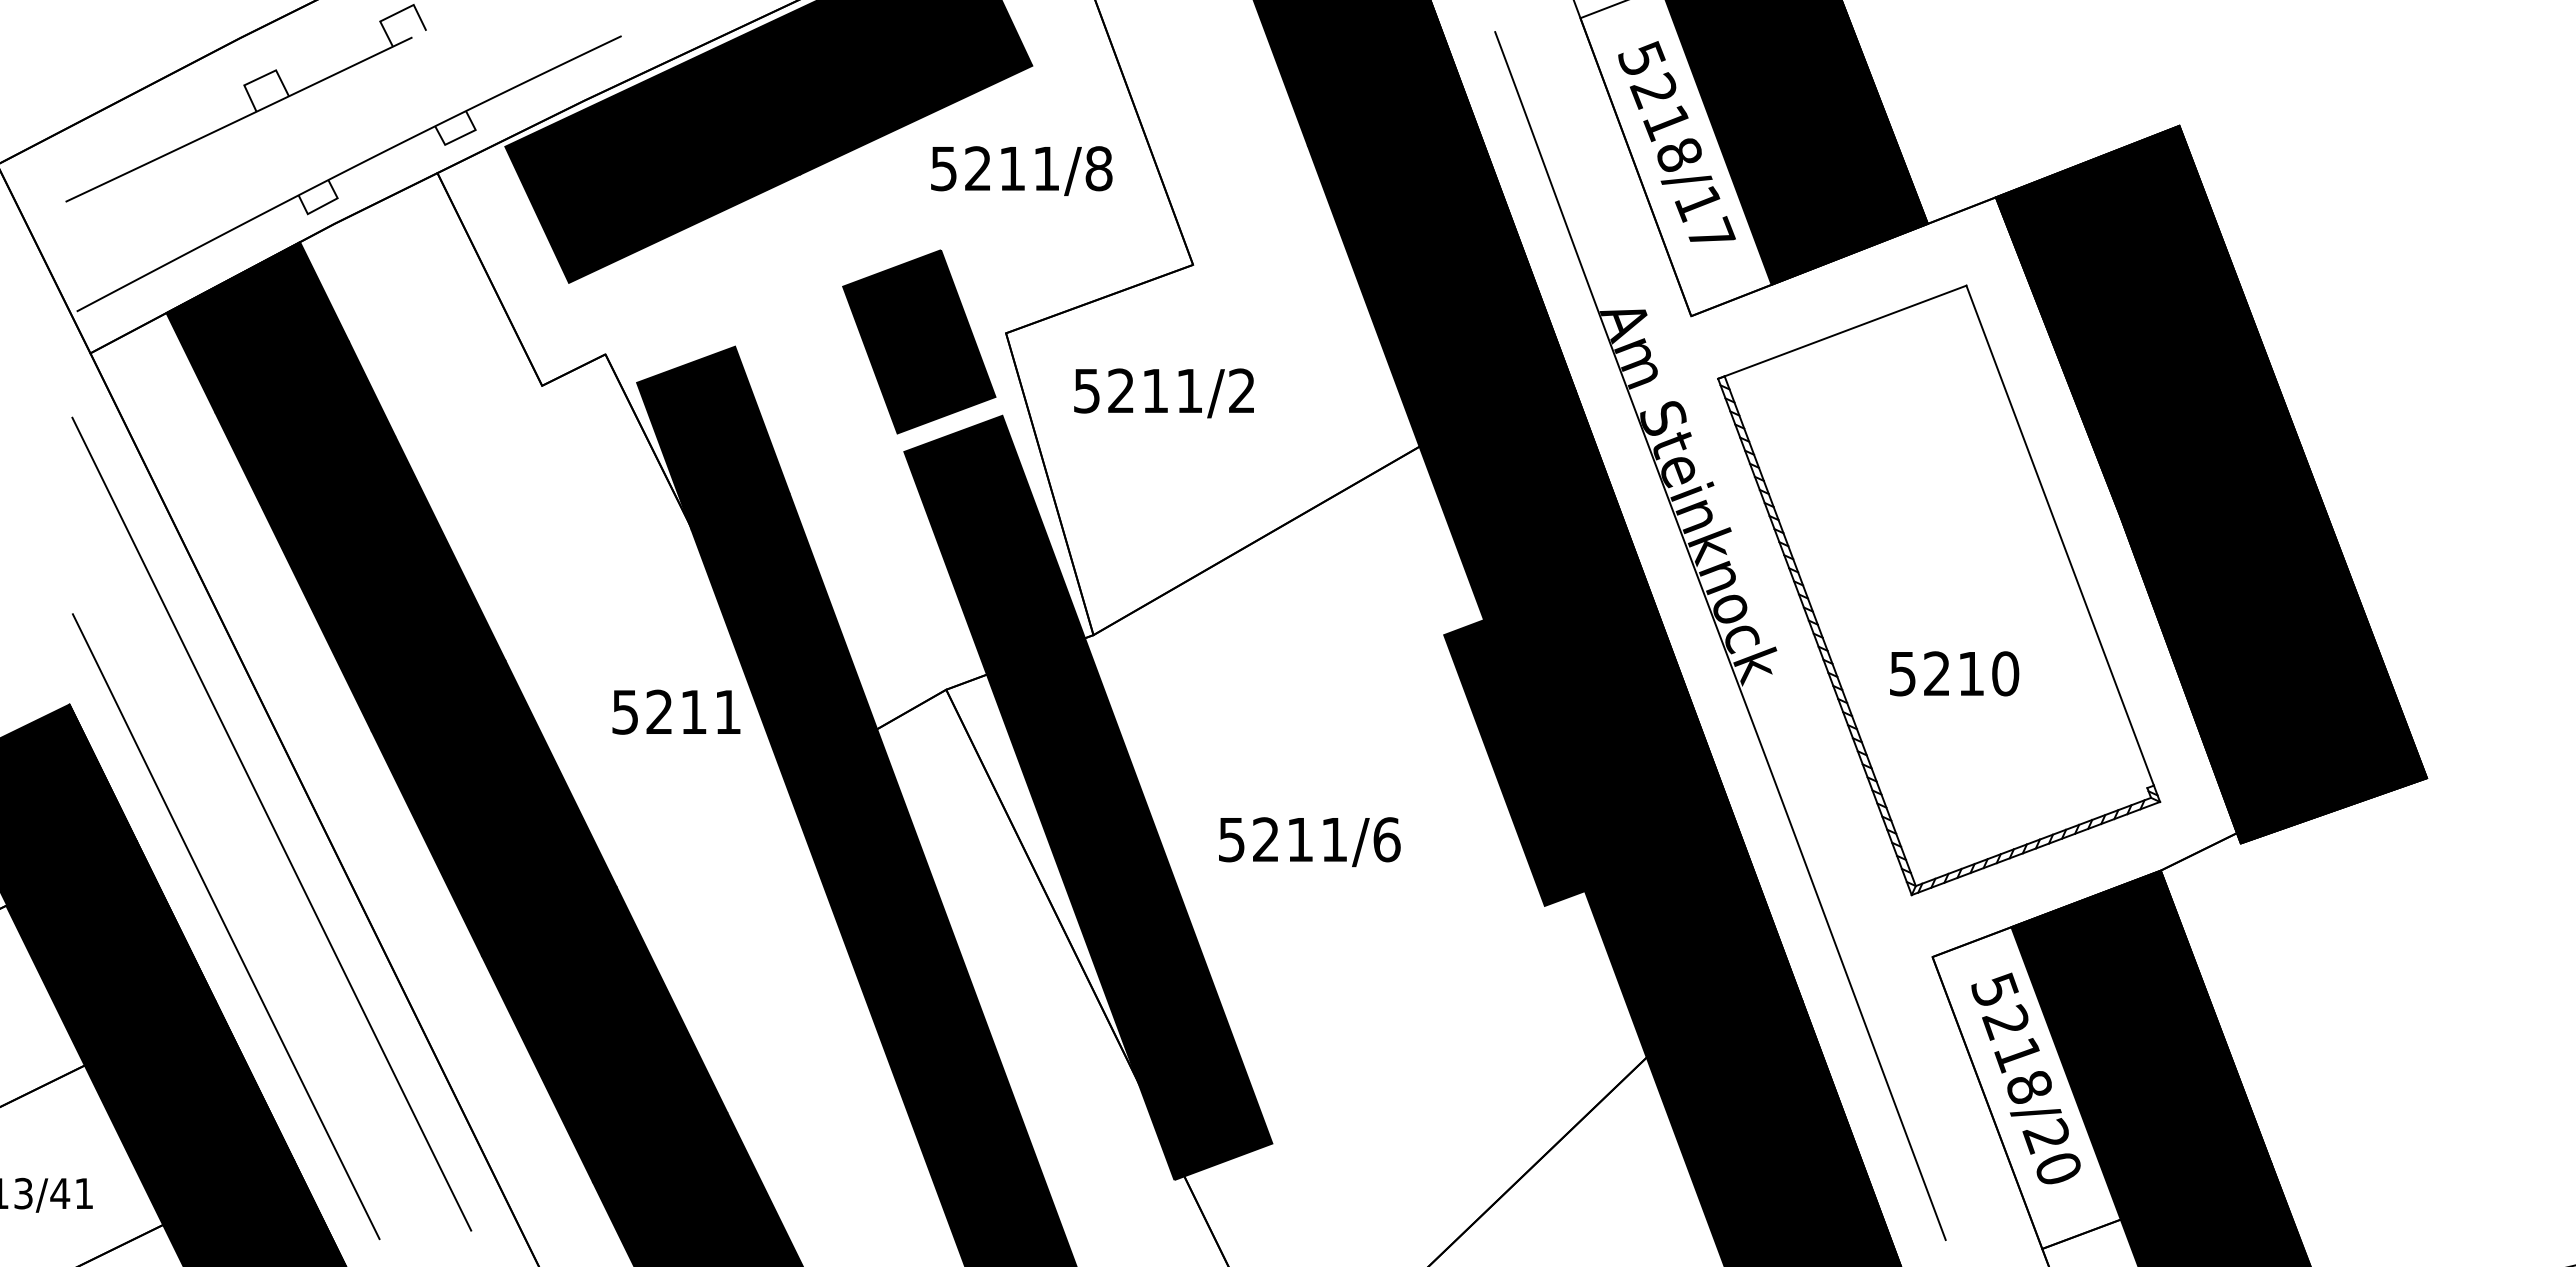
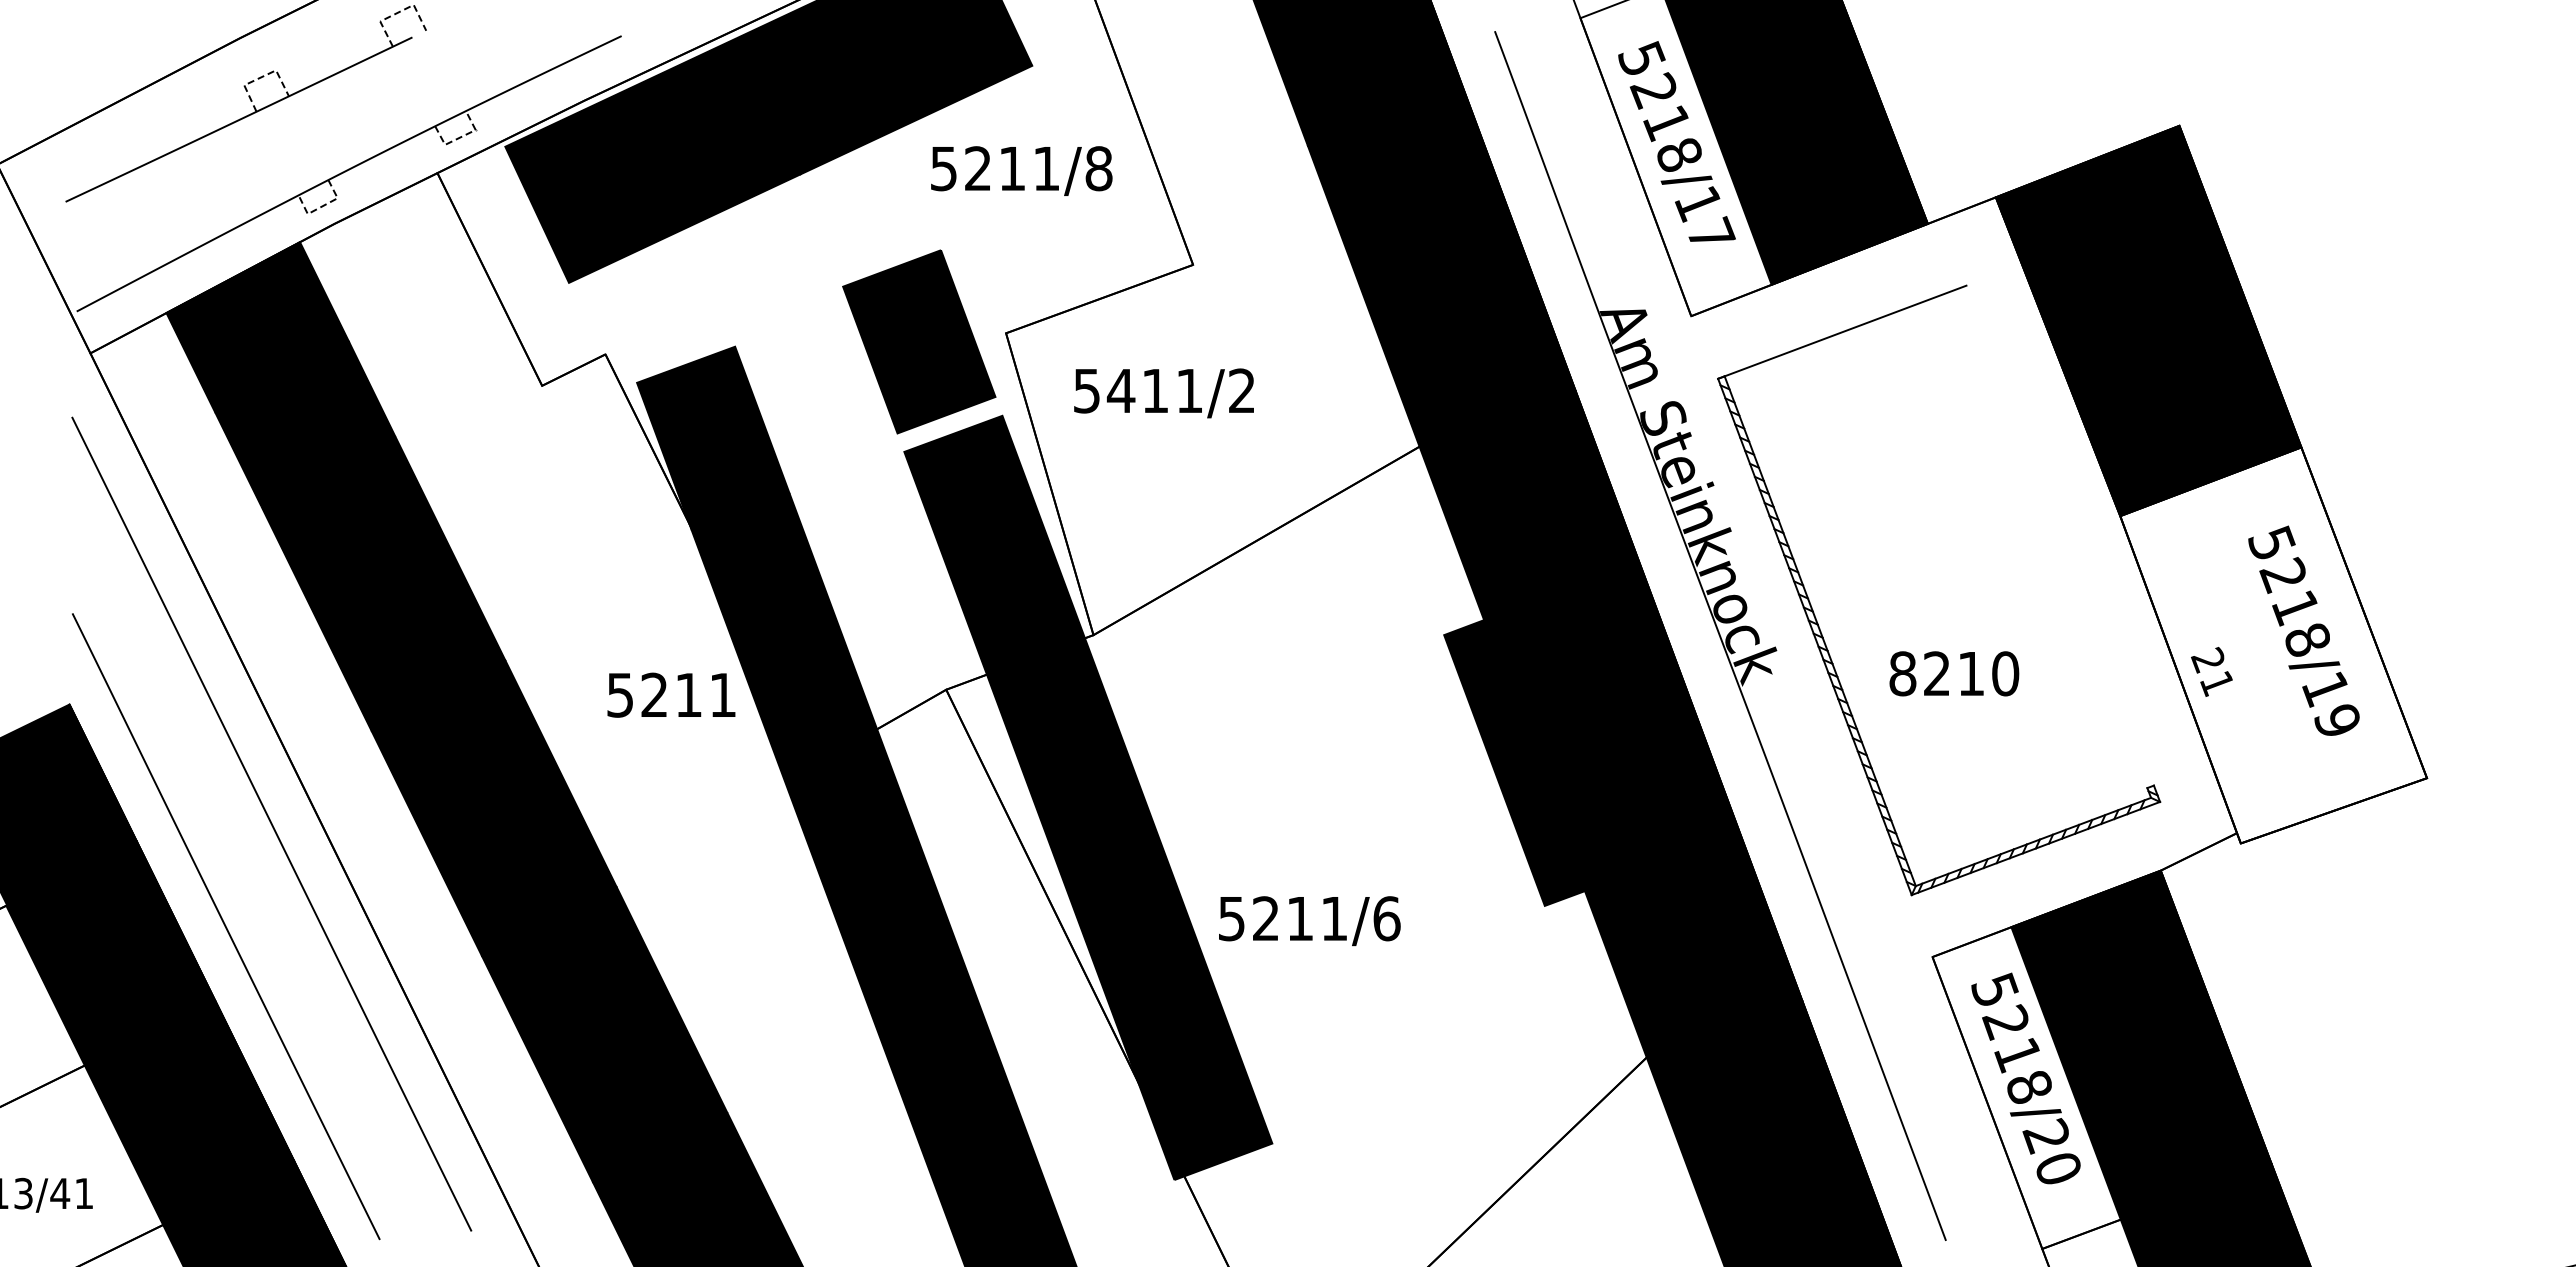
line at (397, 13): solid -> dashed
line at (260, 77): solid -> dashed
line at (460, 137): solid -> dashed
line at (322, 206): solid -> dashed
text at (1120, 390): 5211/2 -> 5411/2
line at (2059, 535): present -> none
fill at (2273, 645): present -> none
text at (1902, 673): 5210 -> 8210
text at (676, 711) position: (676, 711) -> (671, 694)
text at (1309, 842) position: (1309, 842) -> (1309, 921)
